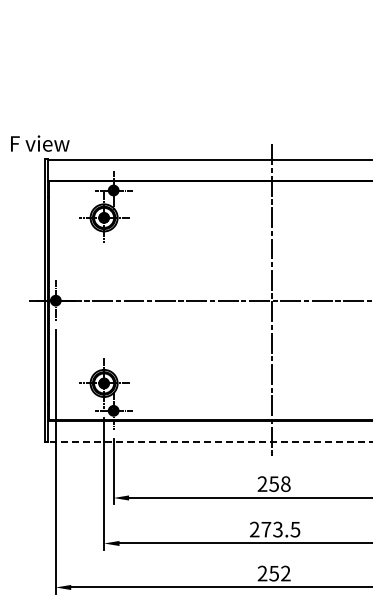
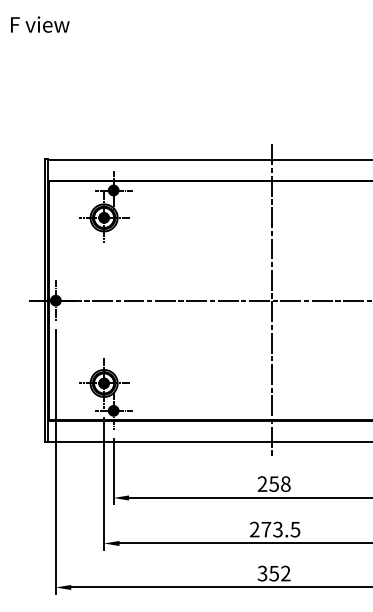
text at (40, 143) position: (40, 143) -> (40, 24)
line at (210, 441): dashed -> solid
text at (262, 573): 252 -> 352
